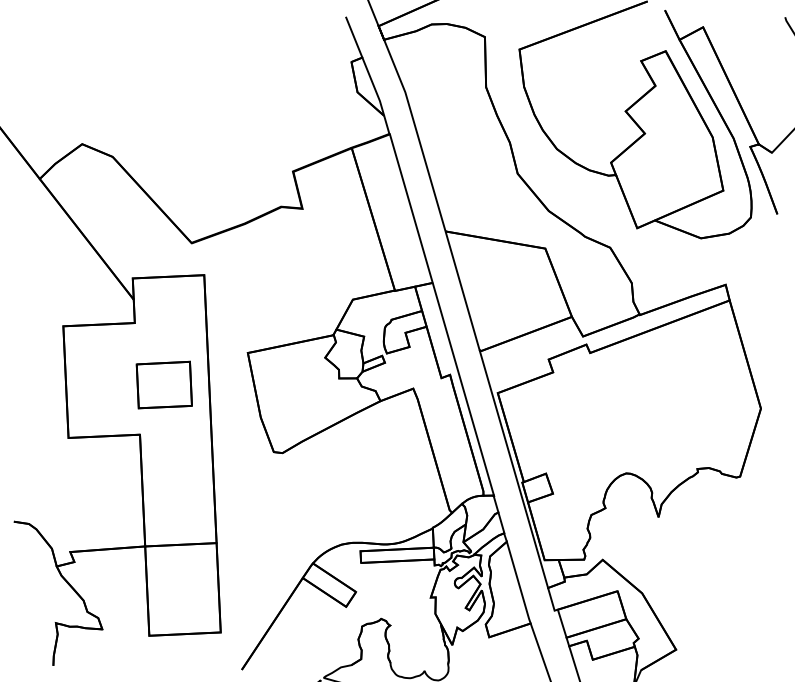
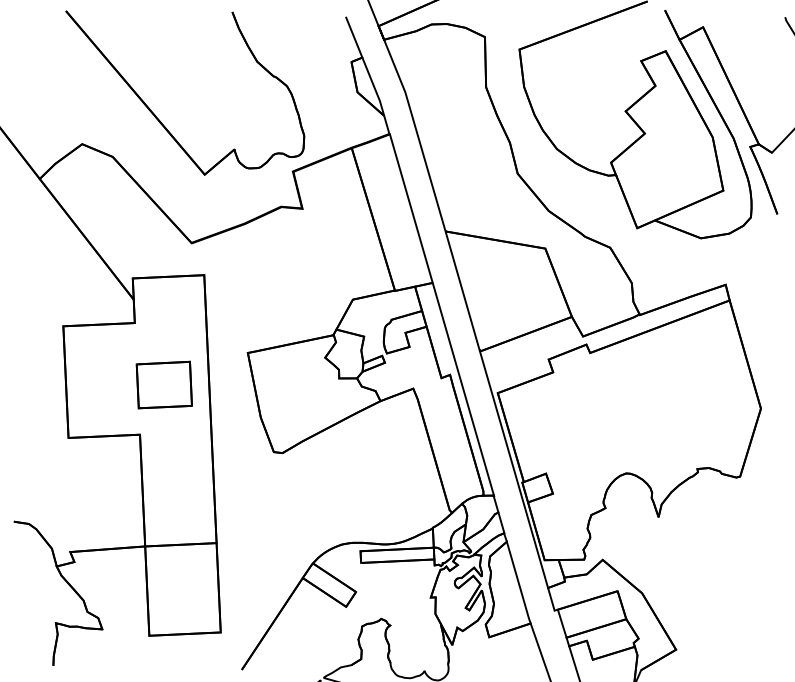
part at (155, 114): none -> present
